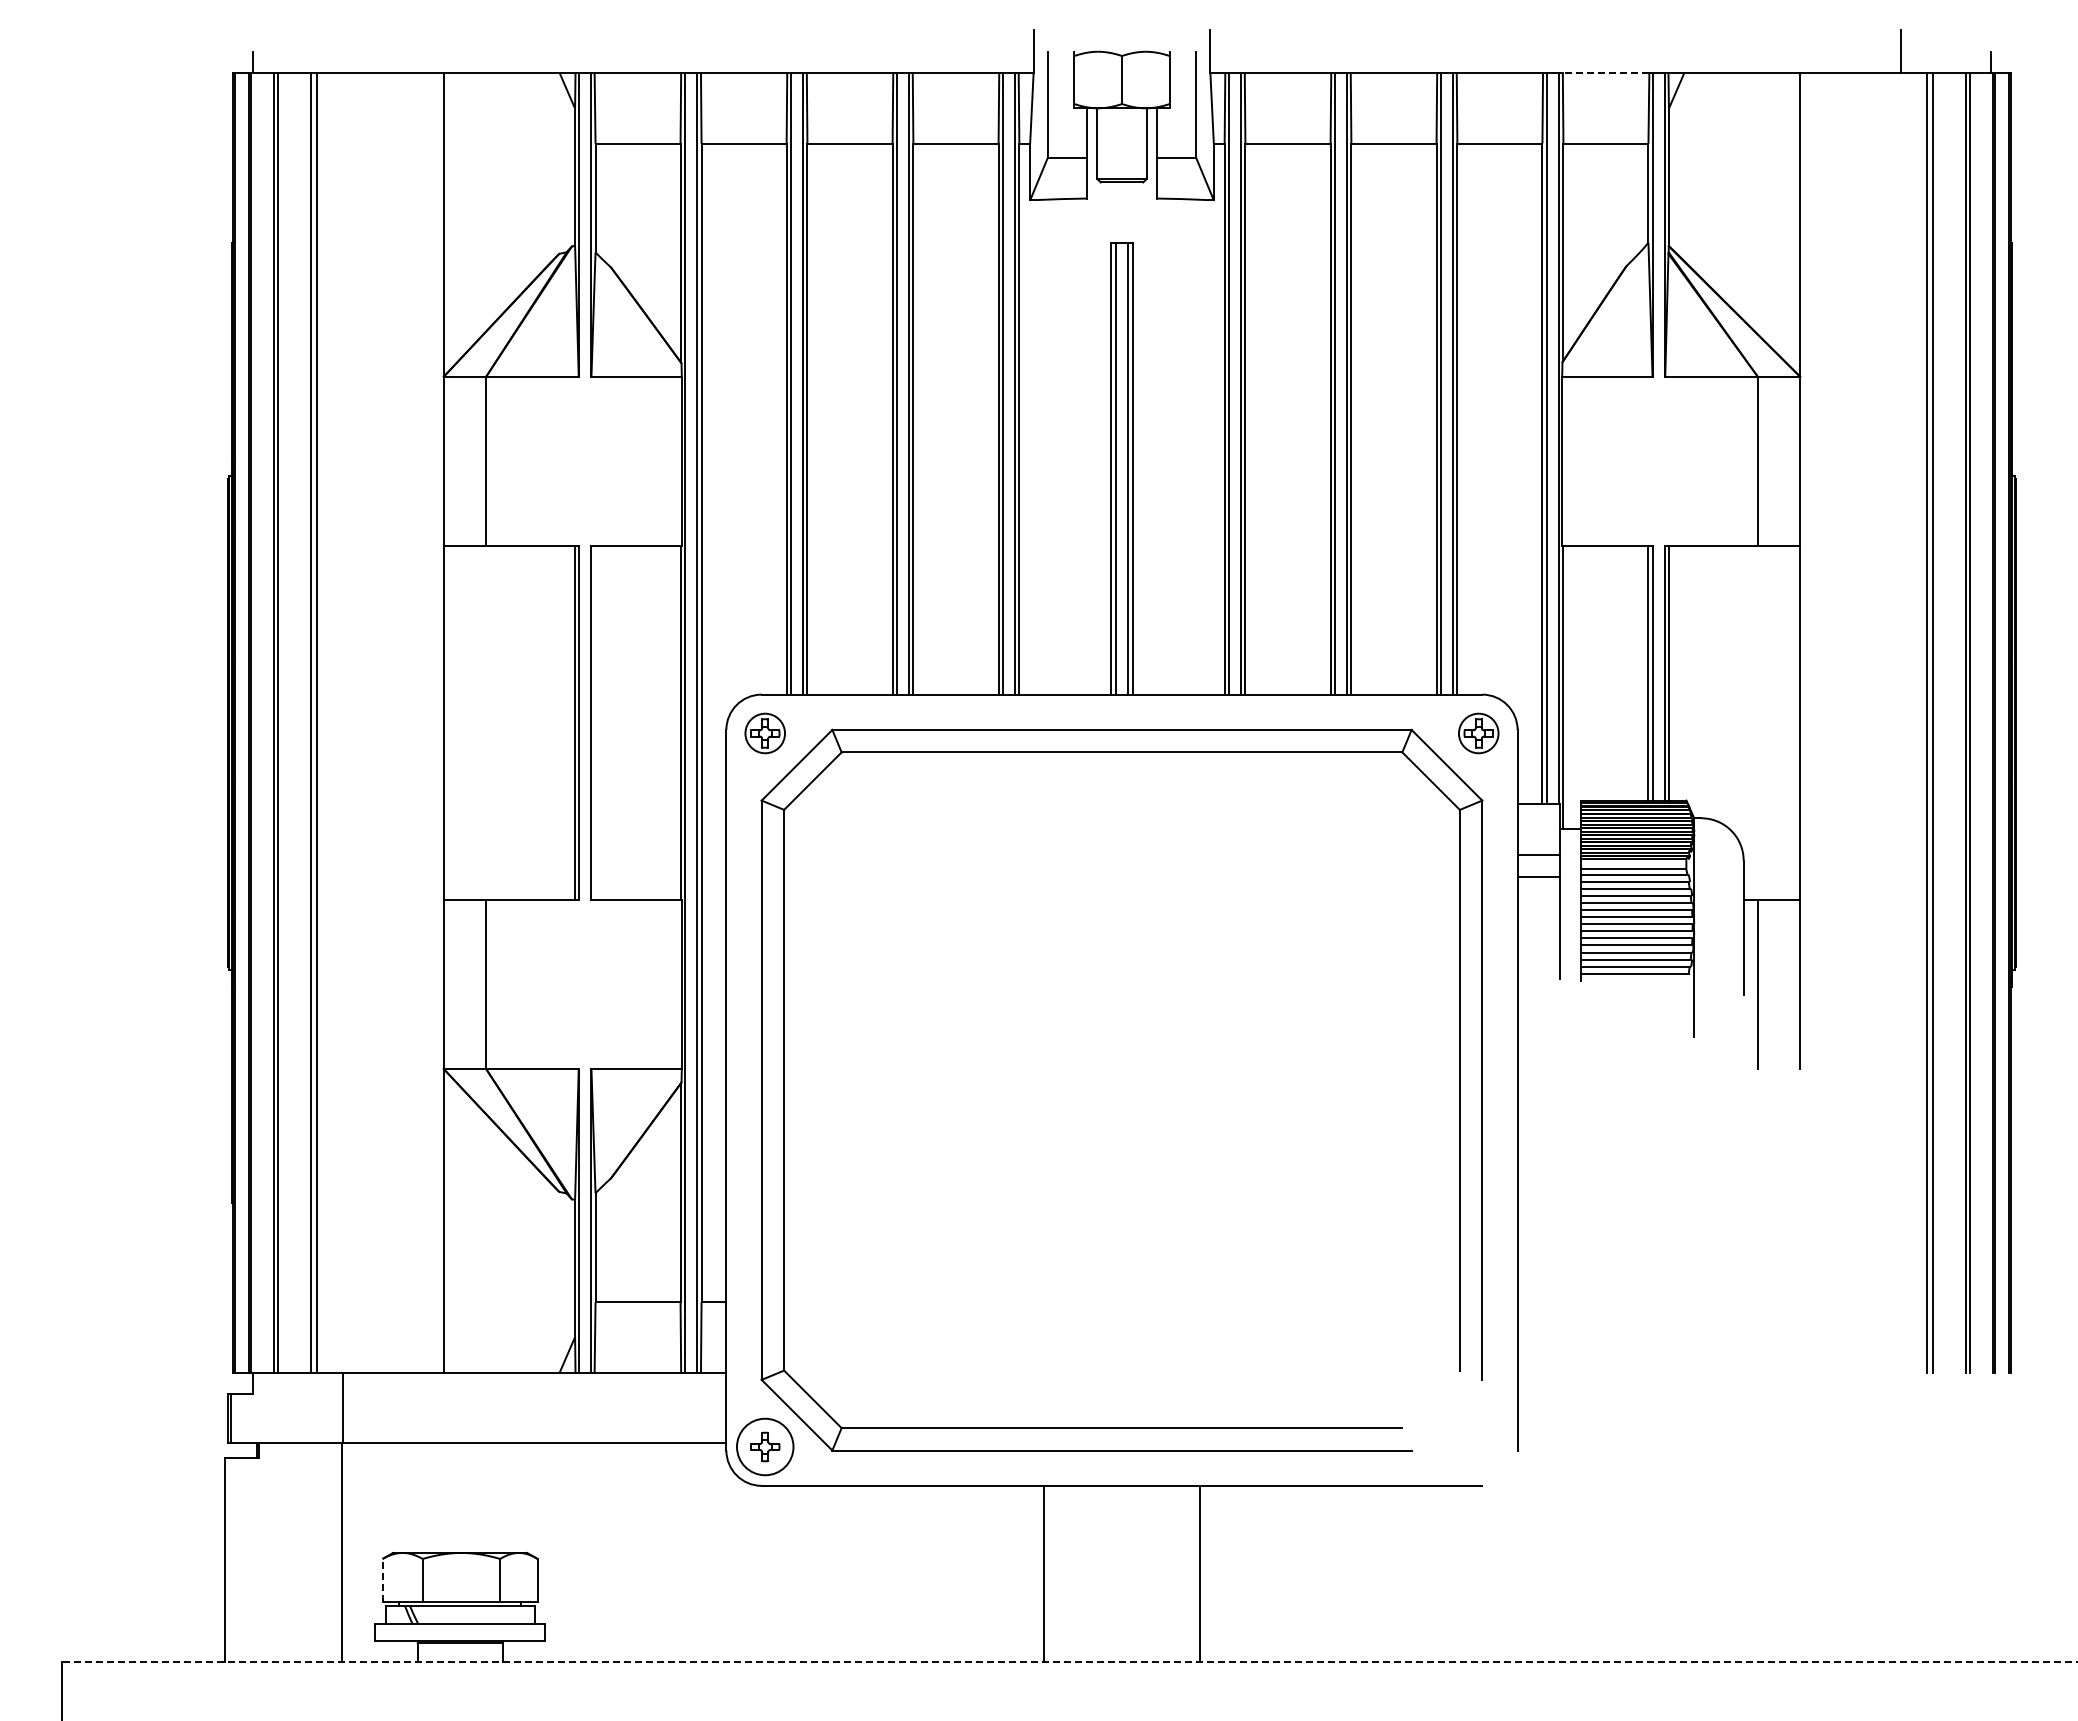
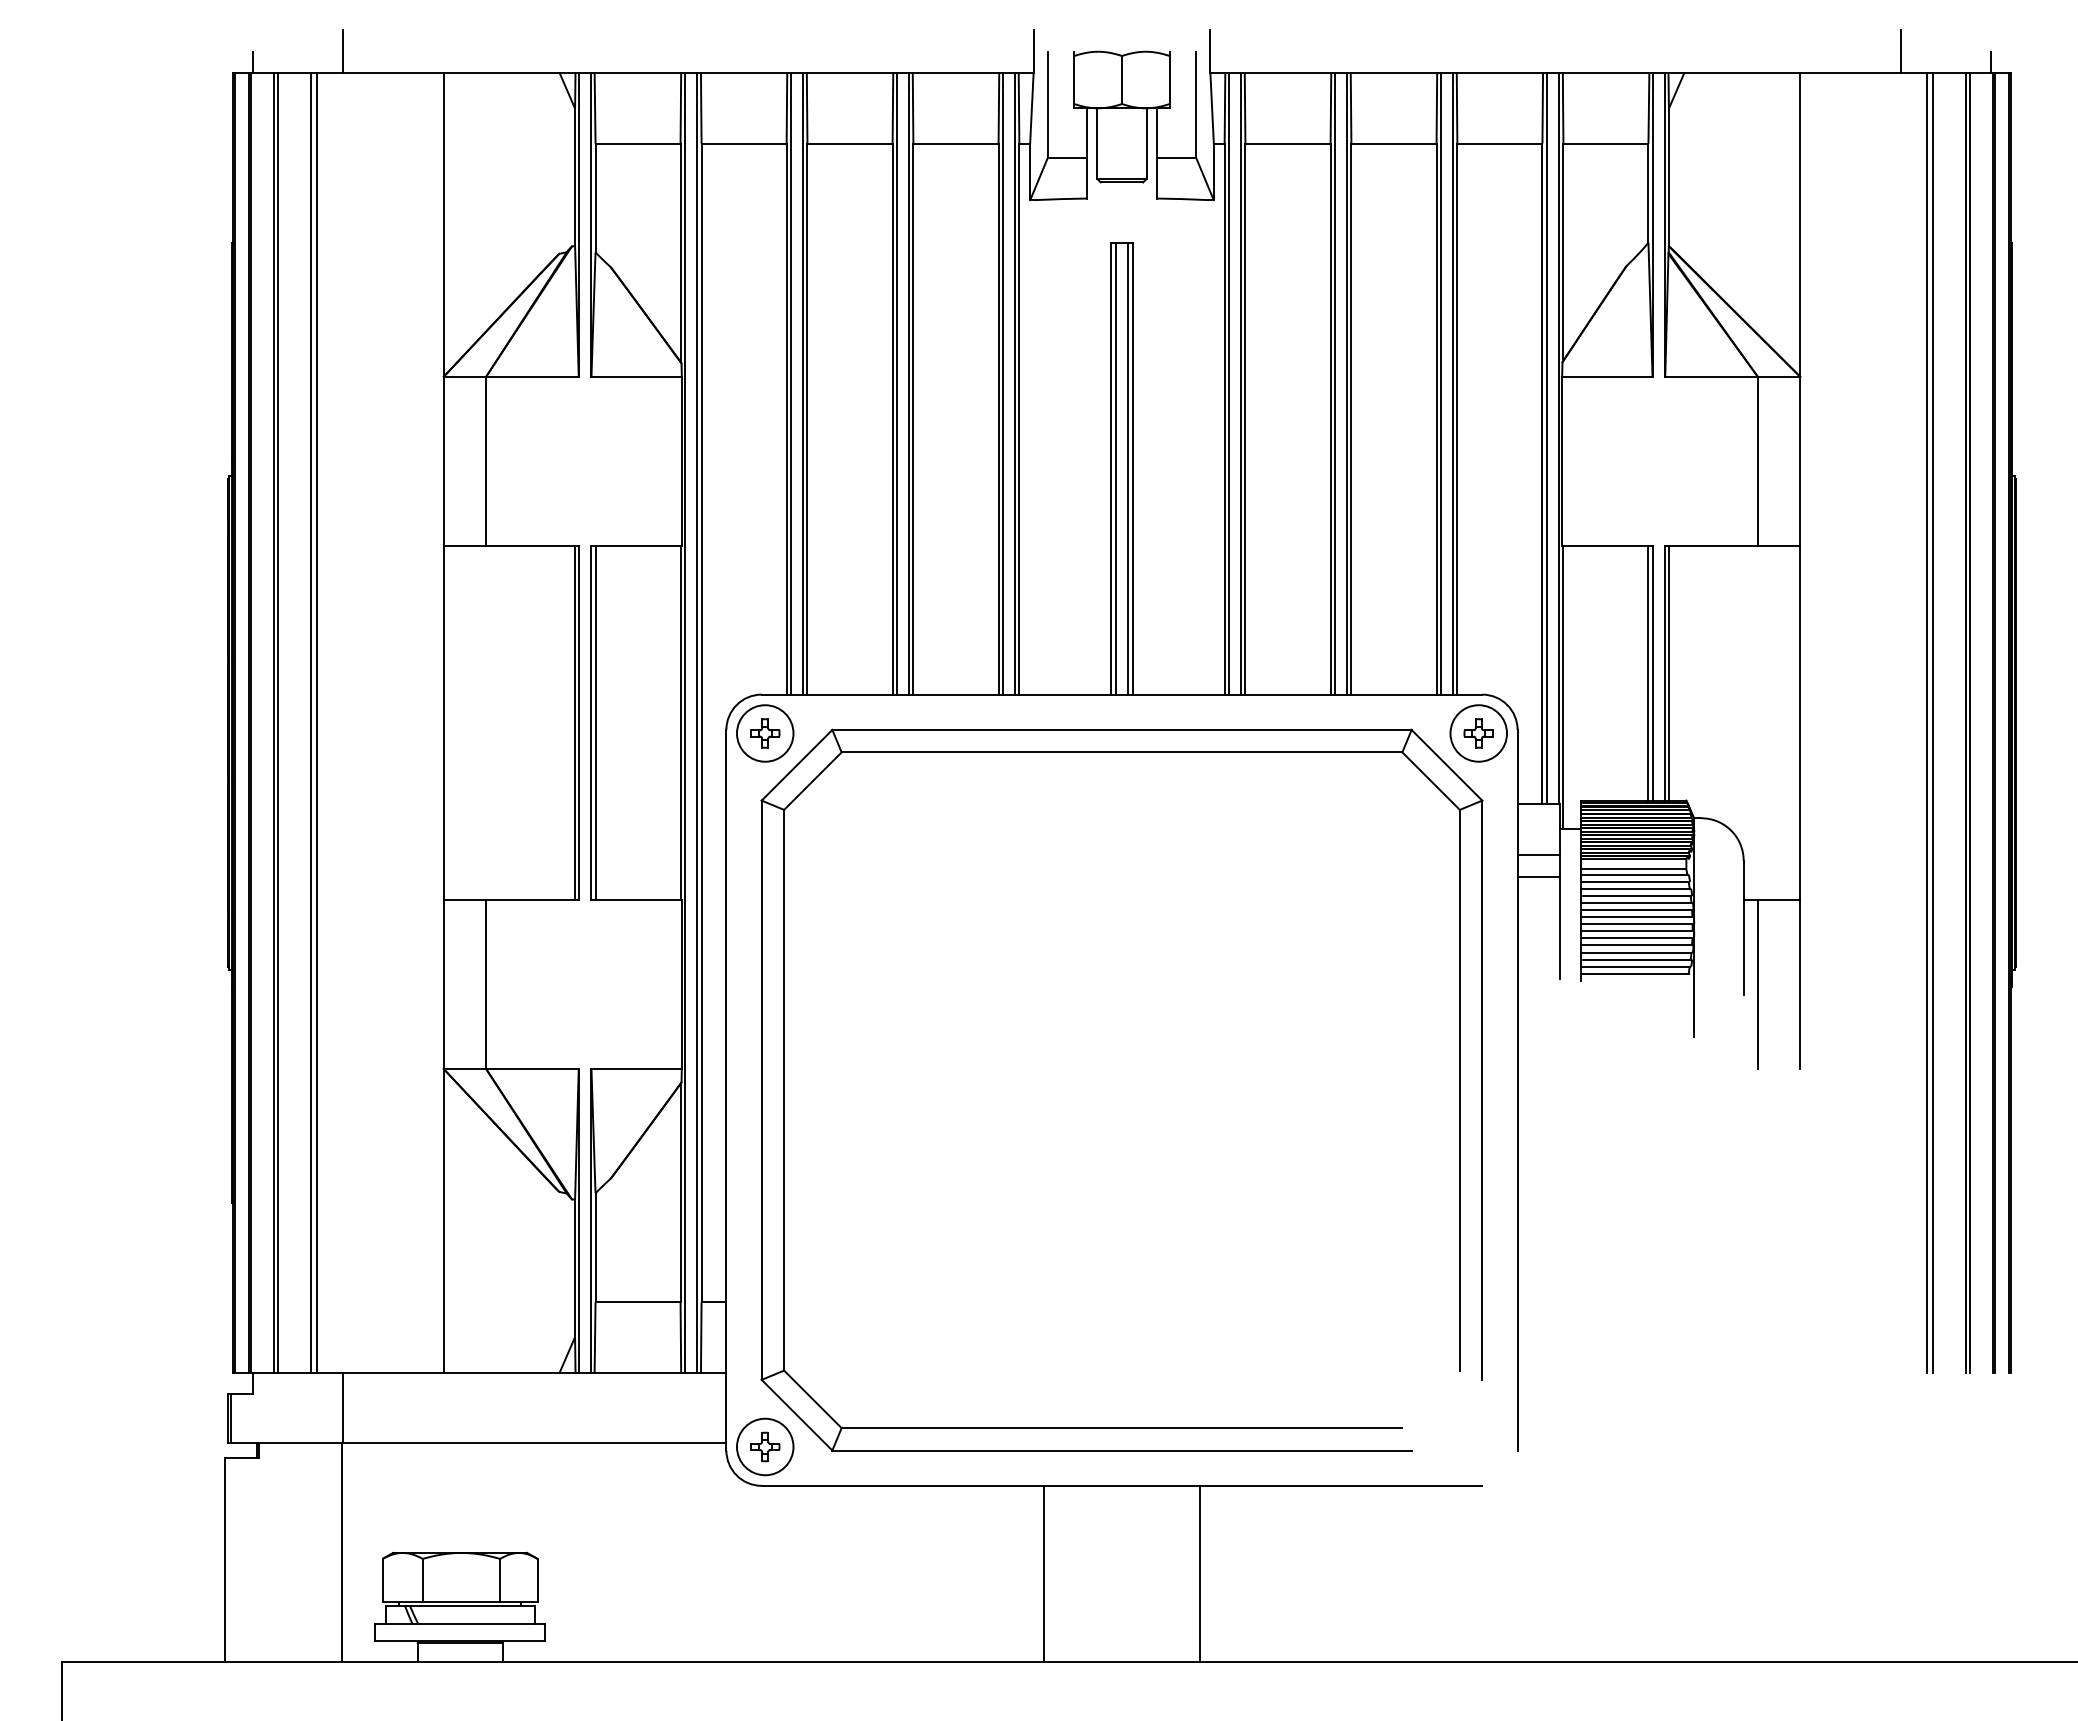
line at (342, 50): none -> present
line at (1605, 72): dashed -> solid
line at (595, 722): none -> present
circle at (765, 733) diameter: 40 px -> 57 px
circle at (1478, 733) diameter: 40 px -> 57 px
line at (382, 1579): dashed -> solid
line at (1070, 1661): dashed -> solid
